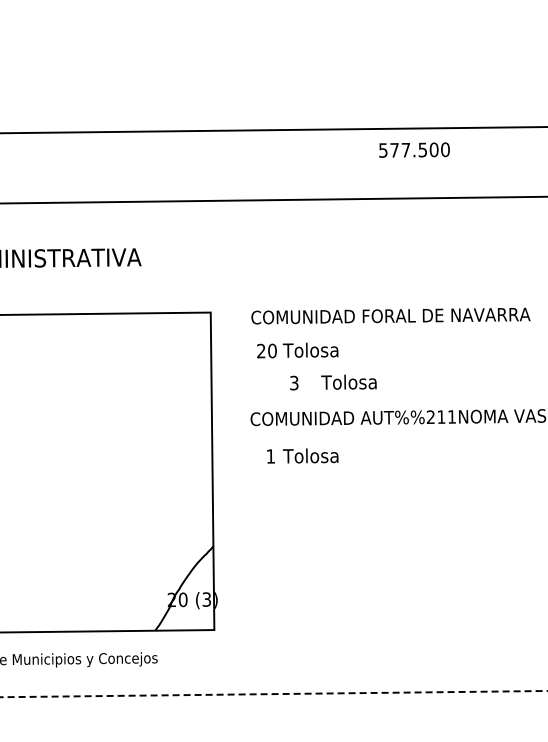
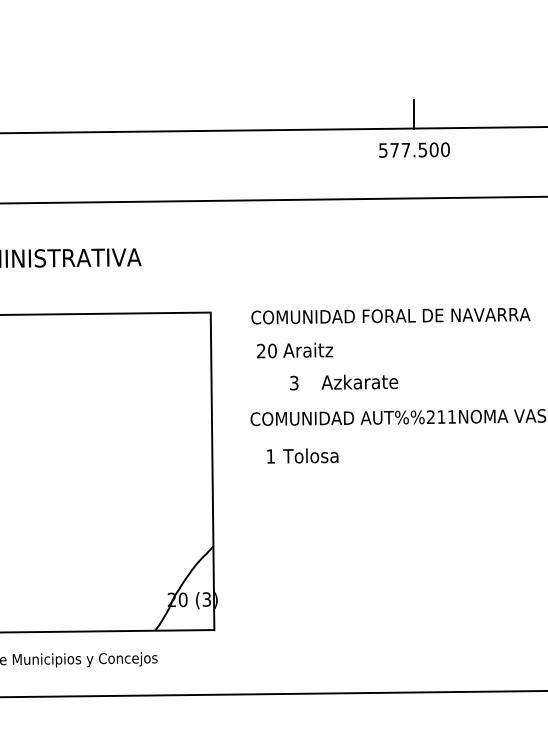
line at (414, 113): none -> present
text at (310, 349): Tolosa -> Araitz
text at (359, 381): Tolosa -> Azkarate
line at (274, 694): dashed -> solid
